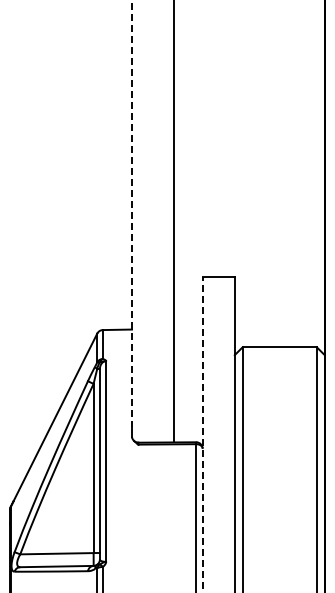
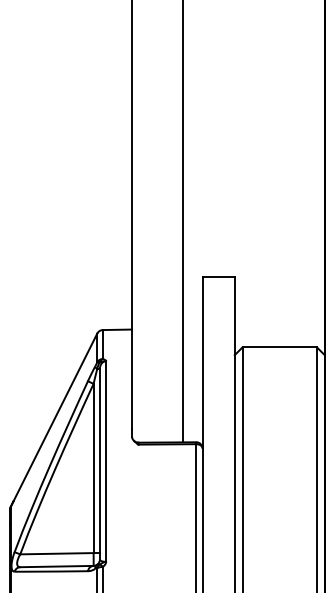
line at (132, 214): dashed -> solid
line at (174, 222) position: (174, 222) -> (183, 222)
line at (202, 434): dashed -> solid
